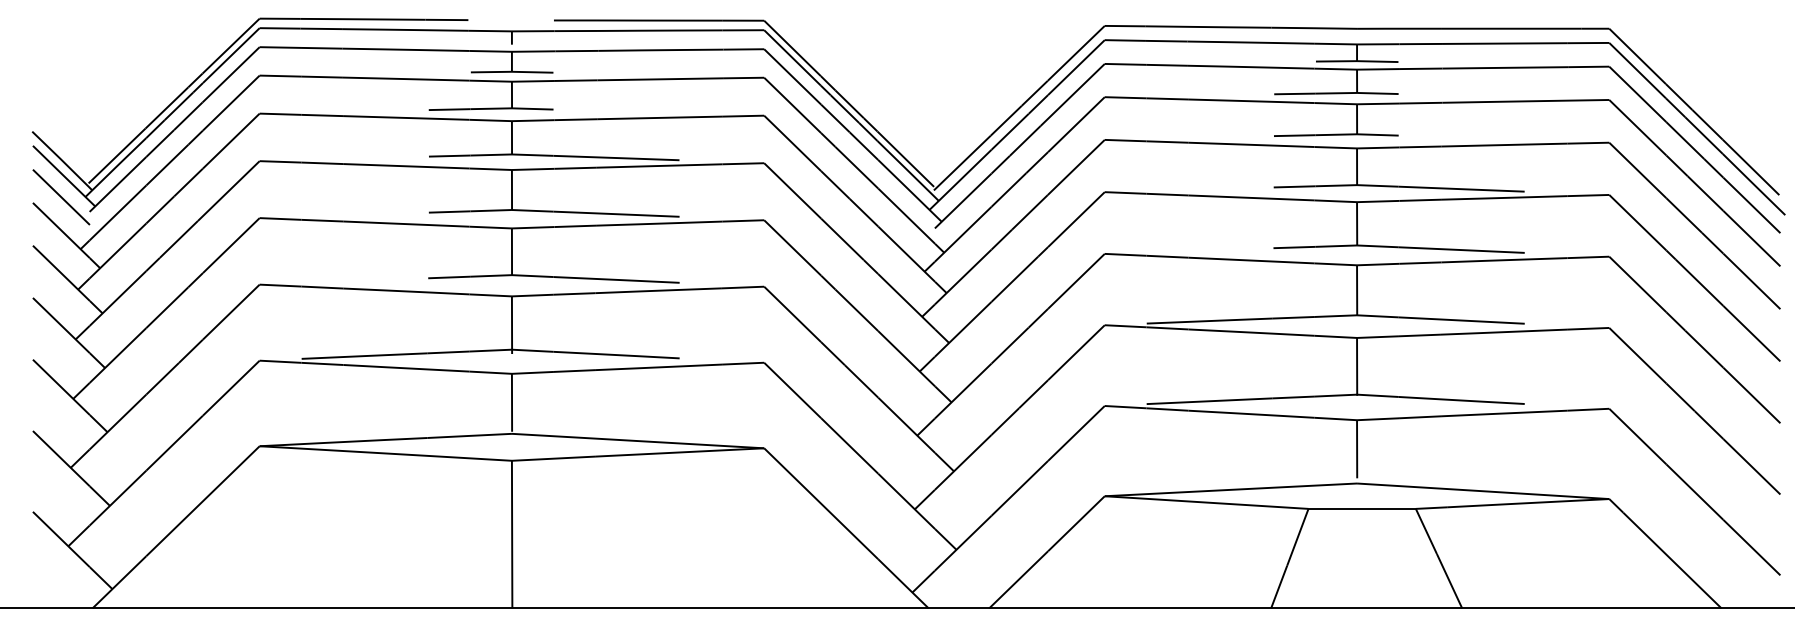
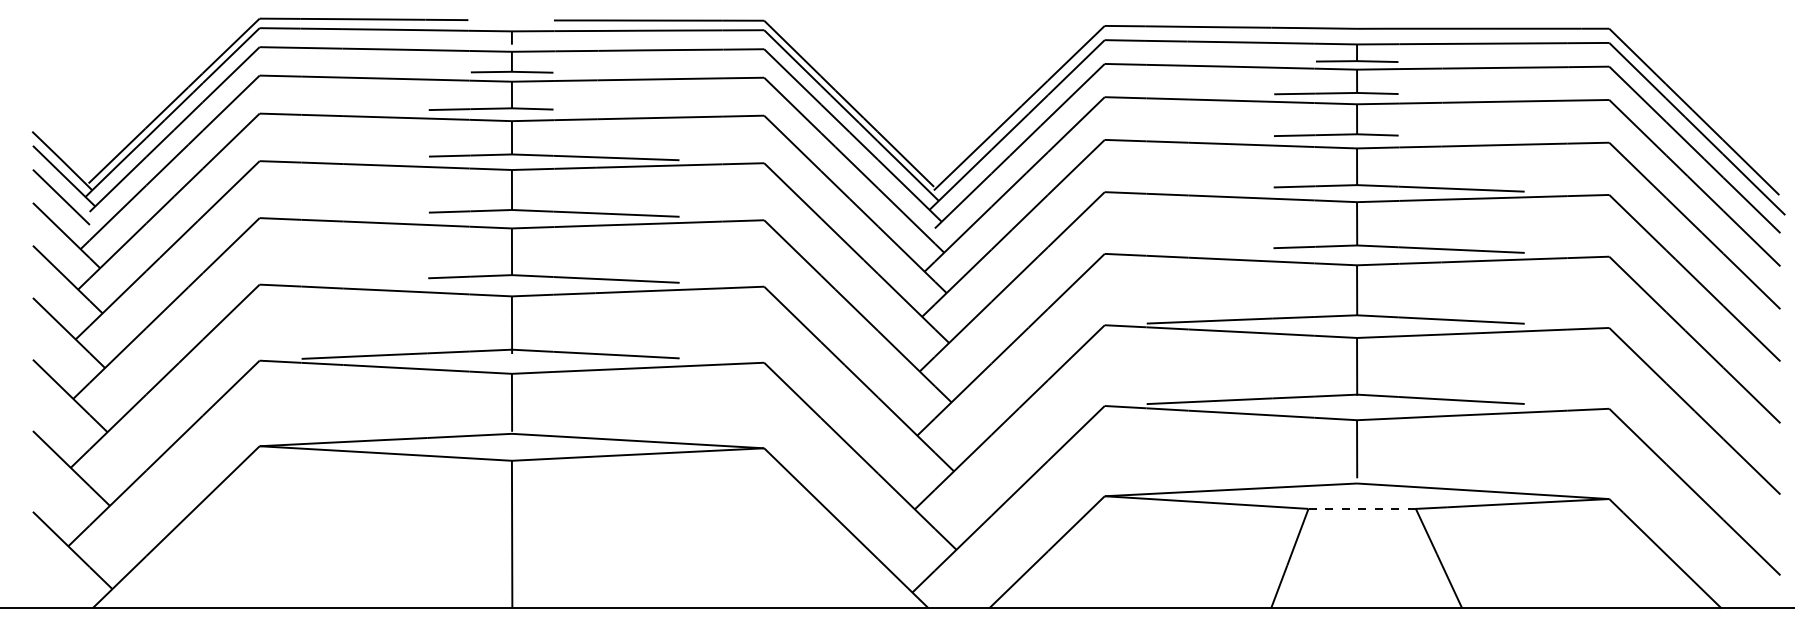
line at (1362, 508): solid -> dashed
